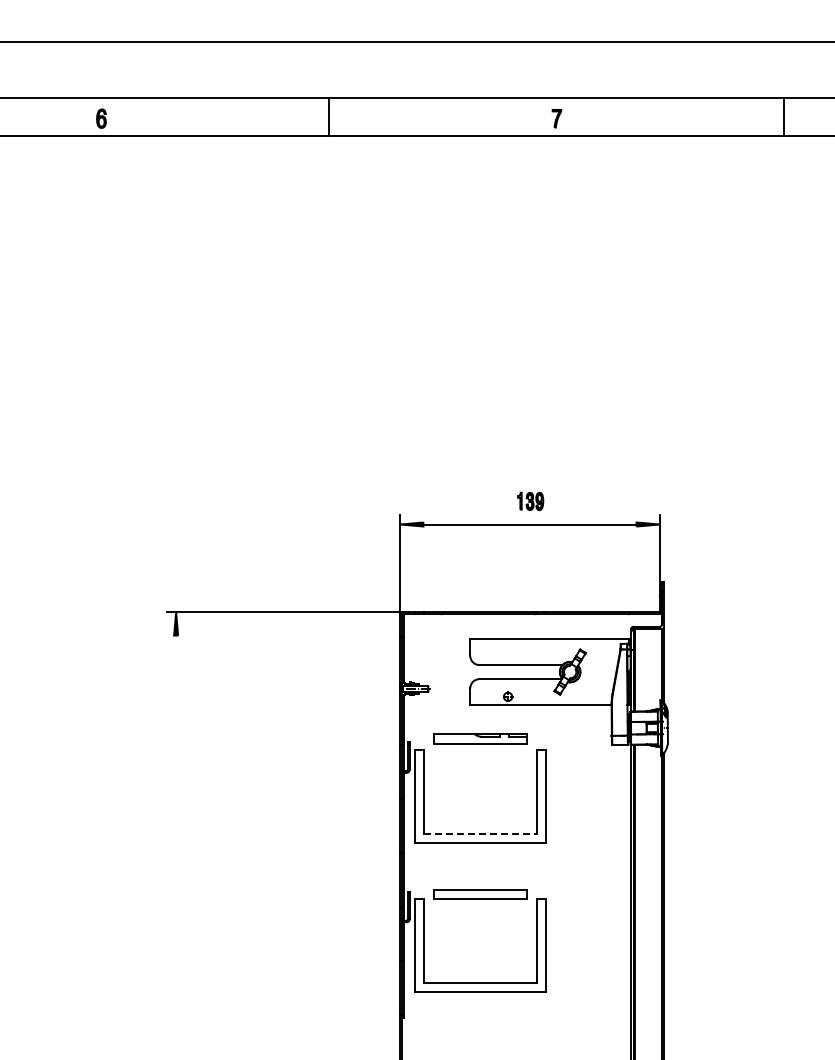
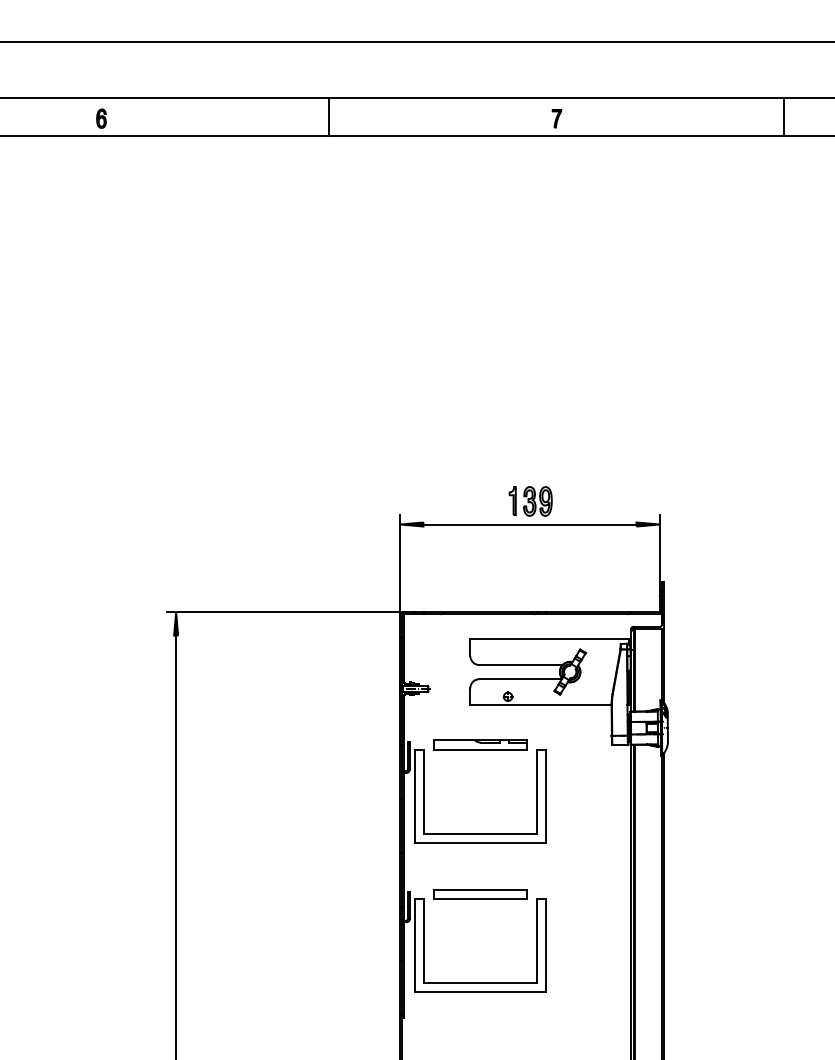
part at (530, 500) size: 28x20 px -> 45x31 px
part at (480, 738) position: (480, 738) -> (480, 744)
line at (481, 833): dashed -> solid
line at (176, 845): none -> present
